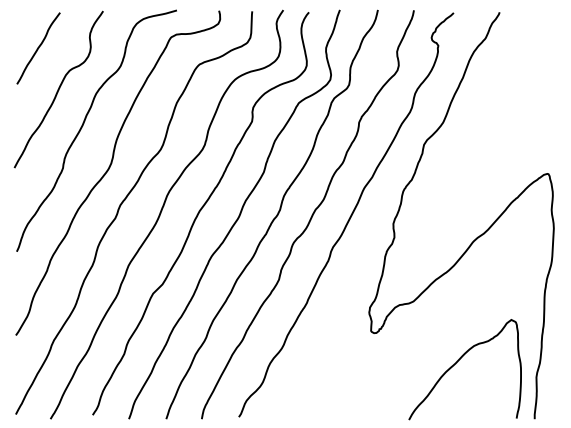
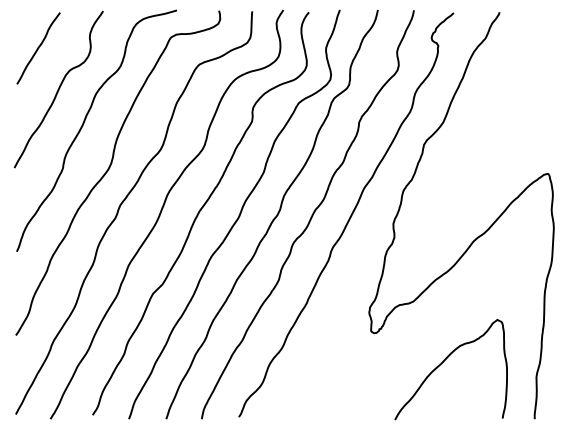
curve at (457, 362) position: (457, 362) -> (443, 362)
